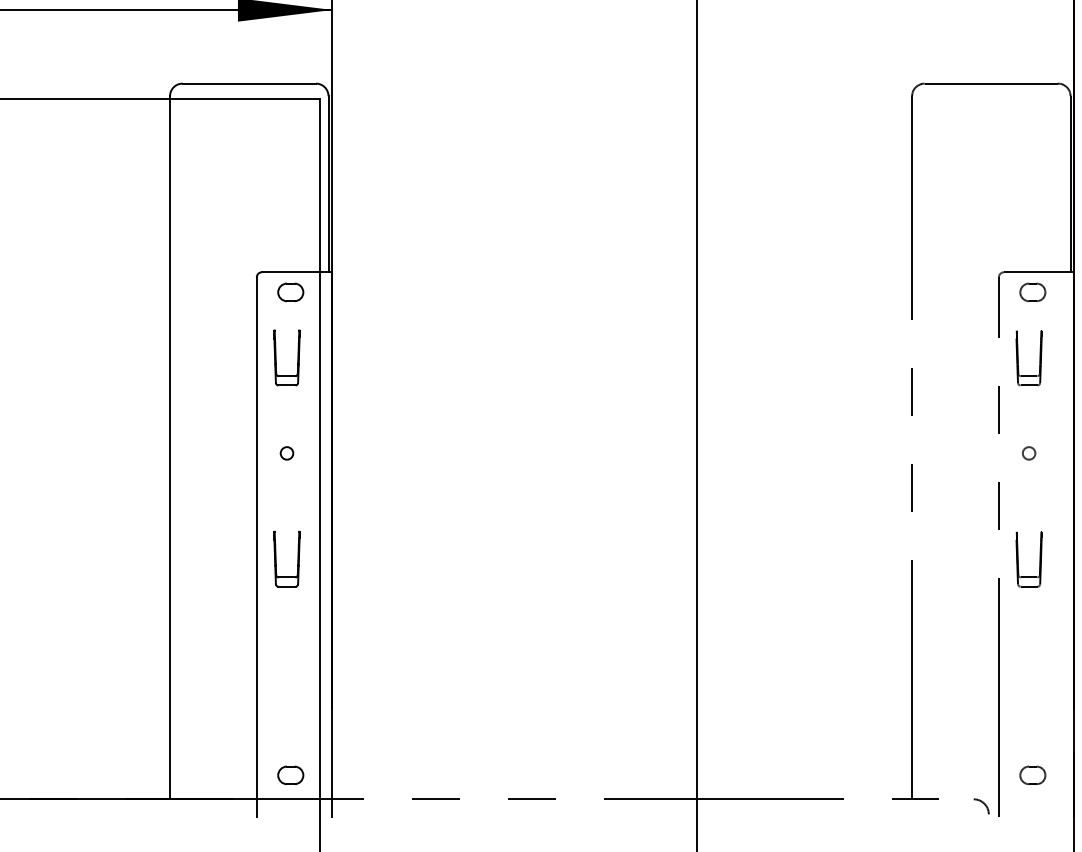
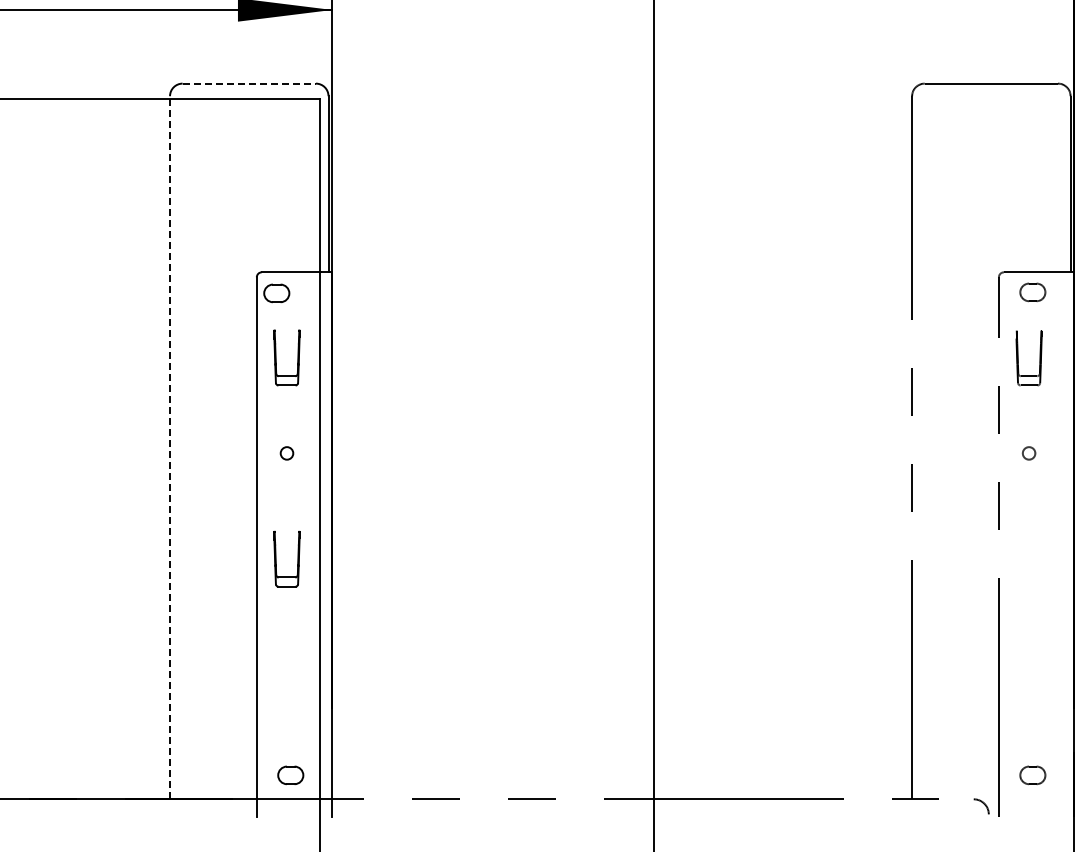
line at (249, 83): solid -> dashed
part at (290, 292) position: (290, 292) -> (276, 293)
line at (697, 425) position: (697, 425) -> (654, 425)
line at (170, 447): solid -> dashed
part at (1018, 559): present -> none
